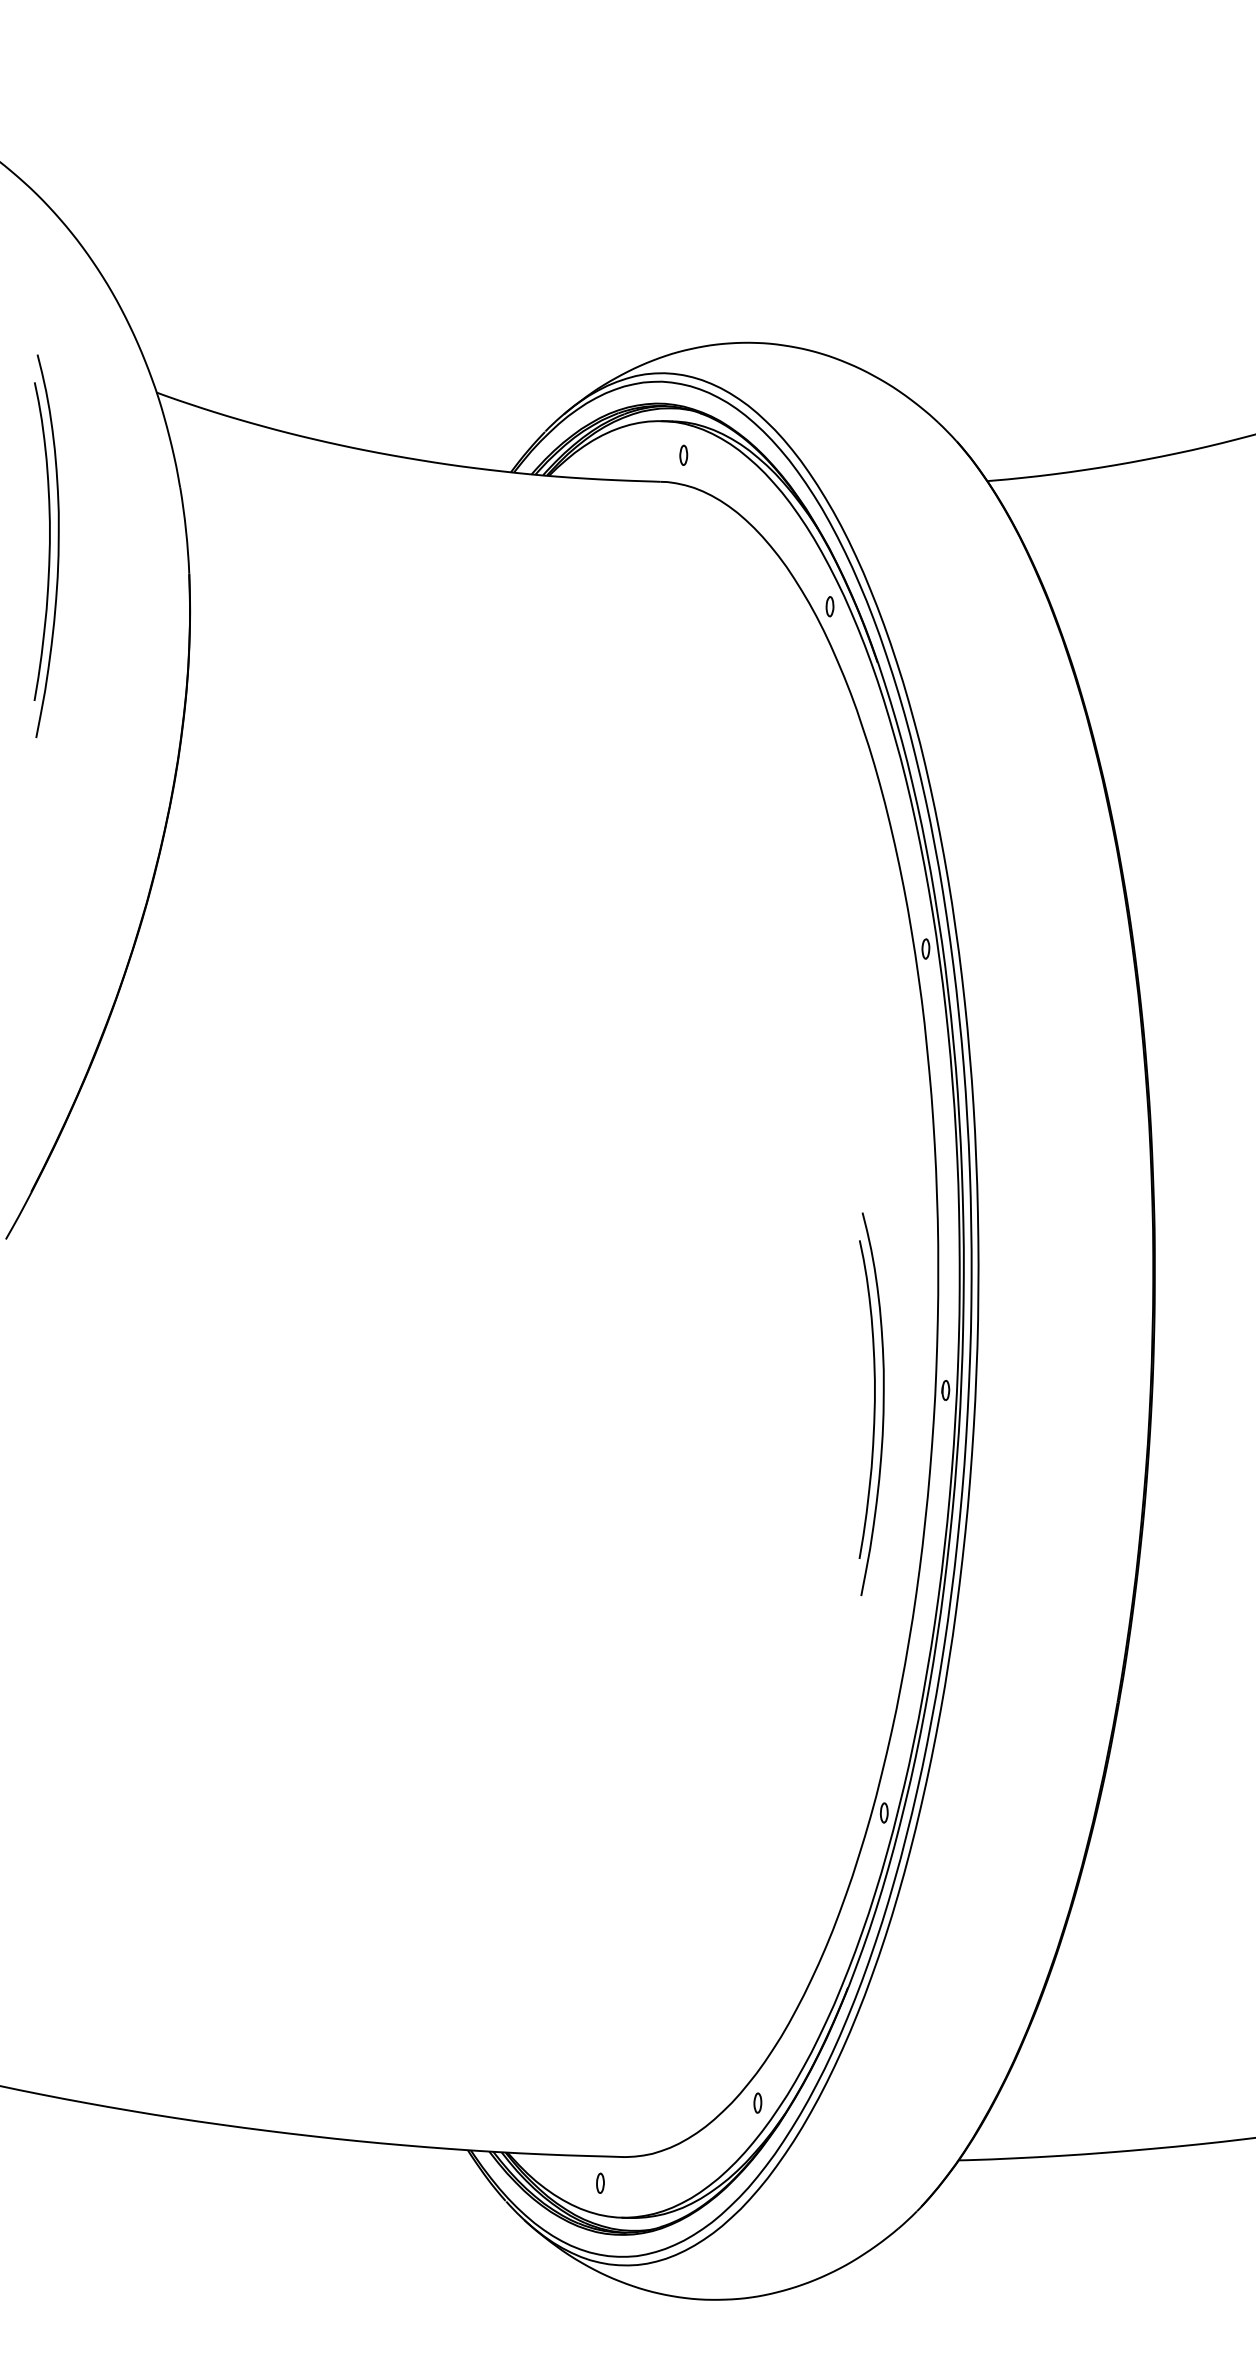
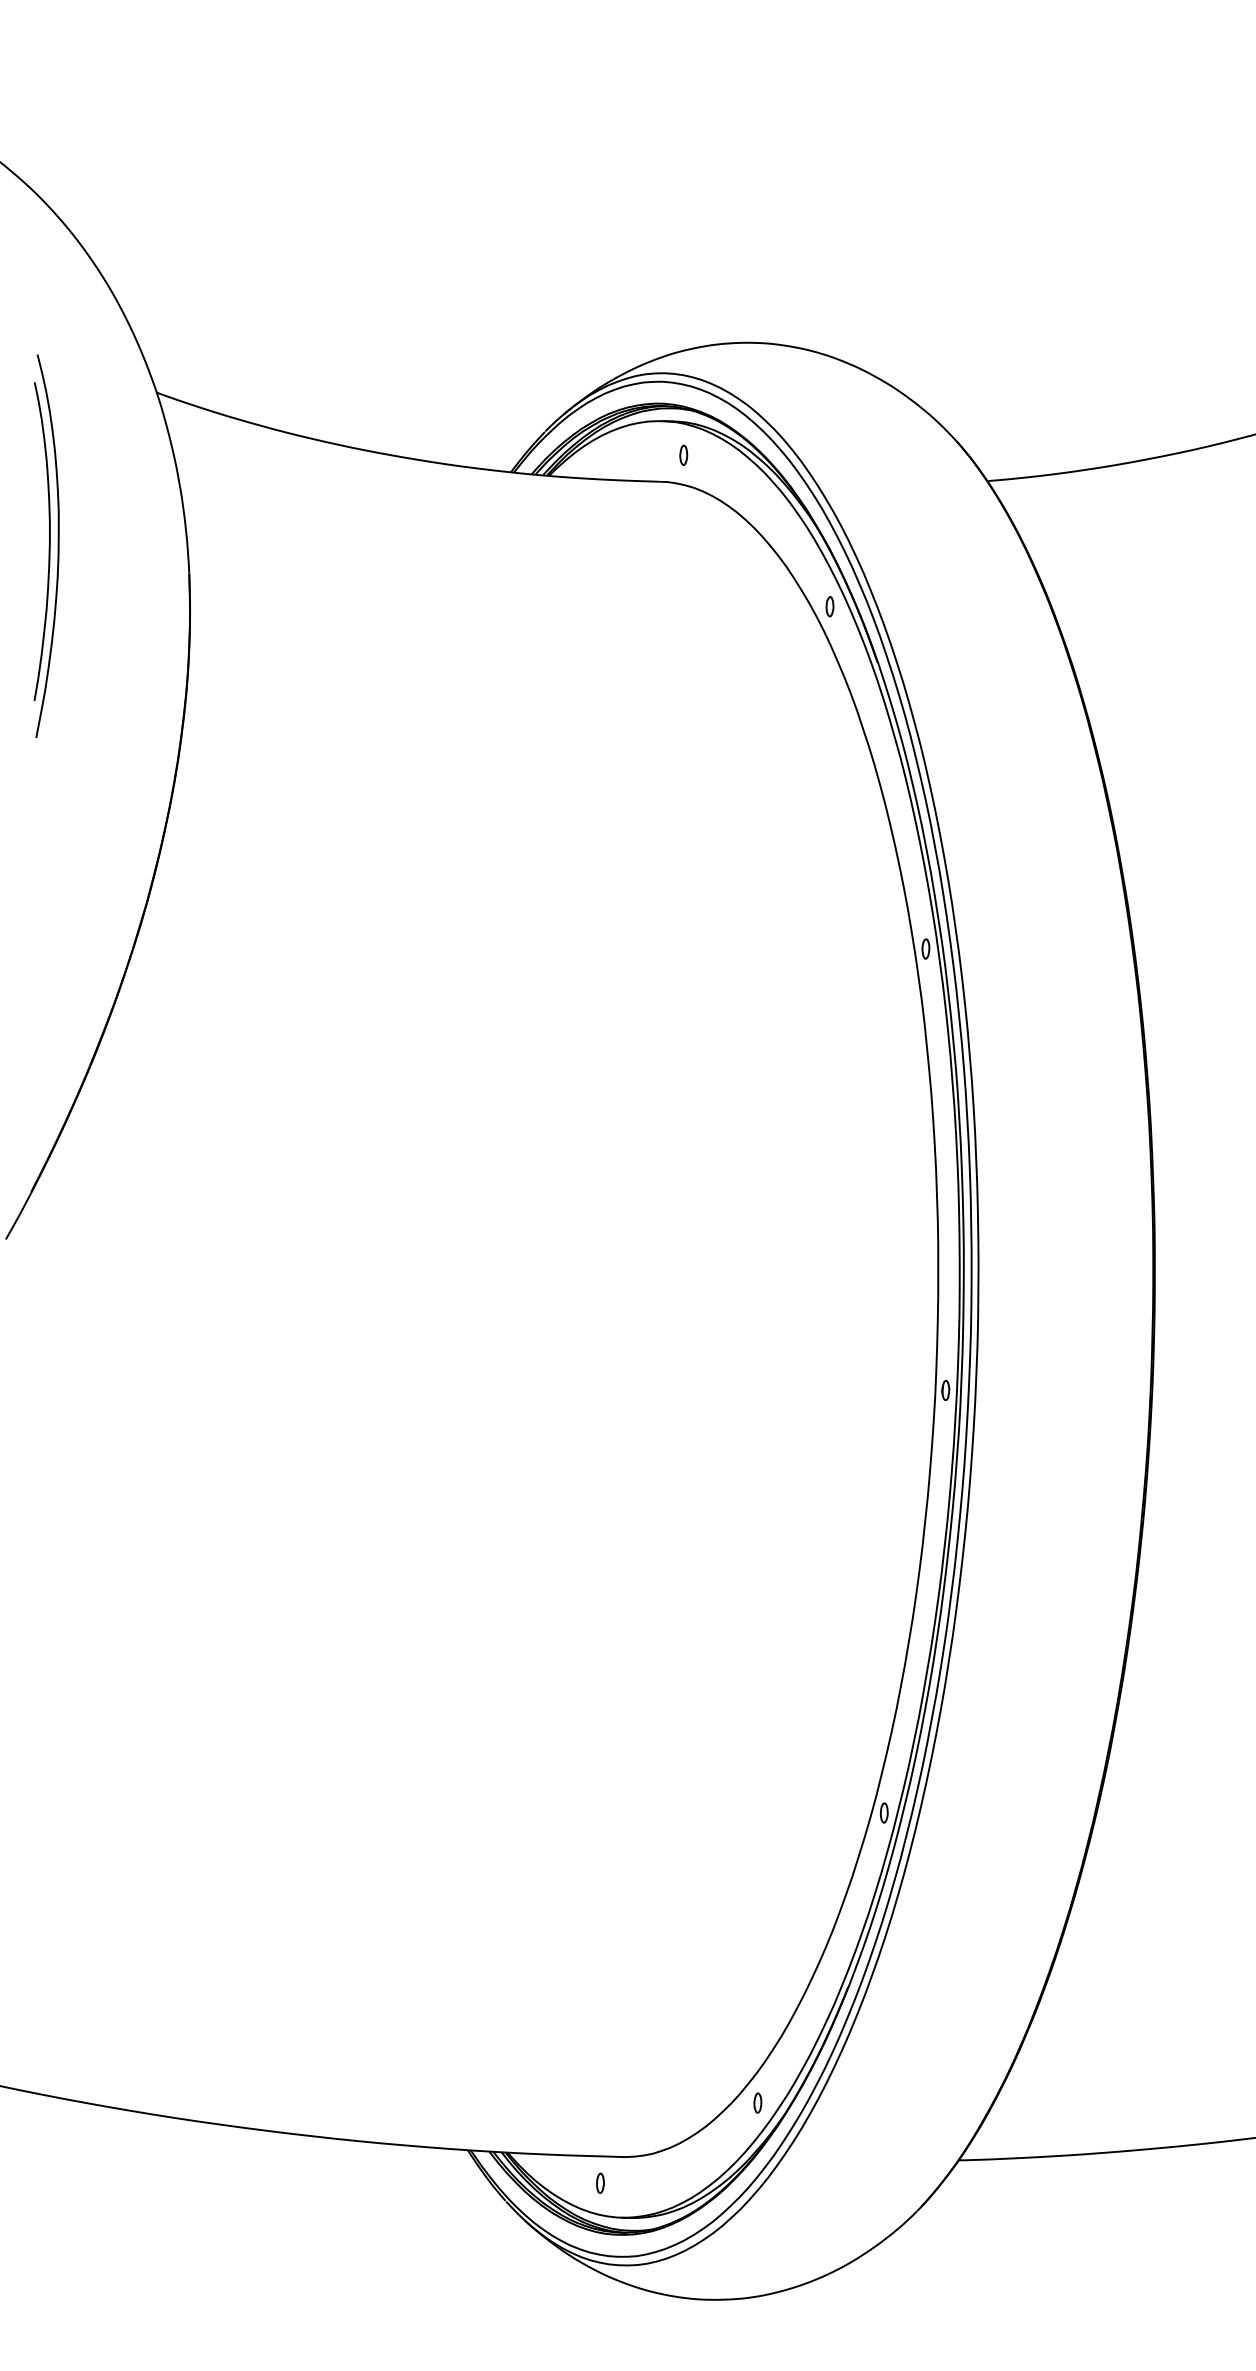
part at (871, 1403): present -> none
